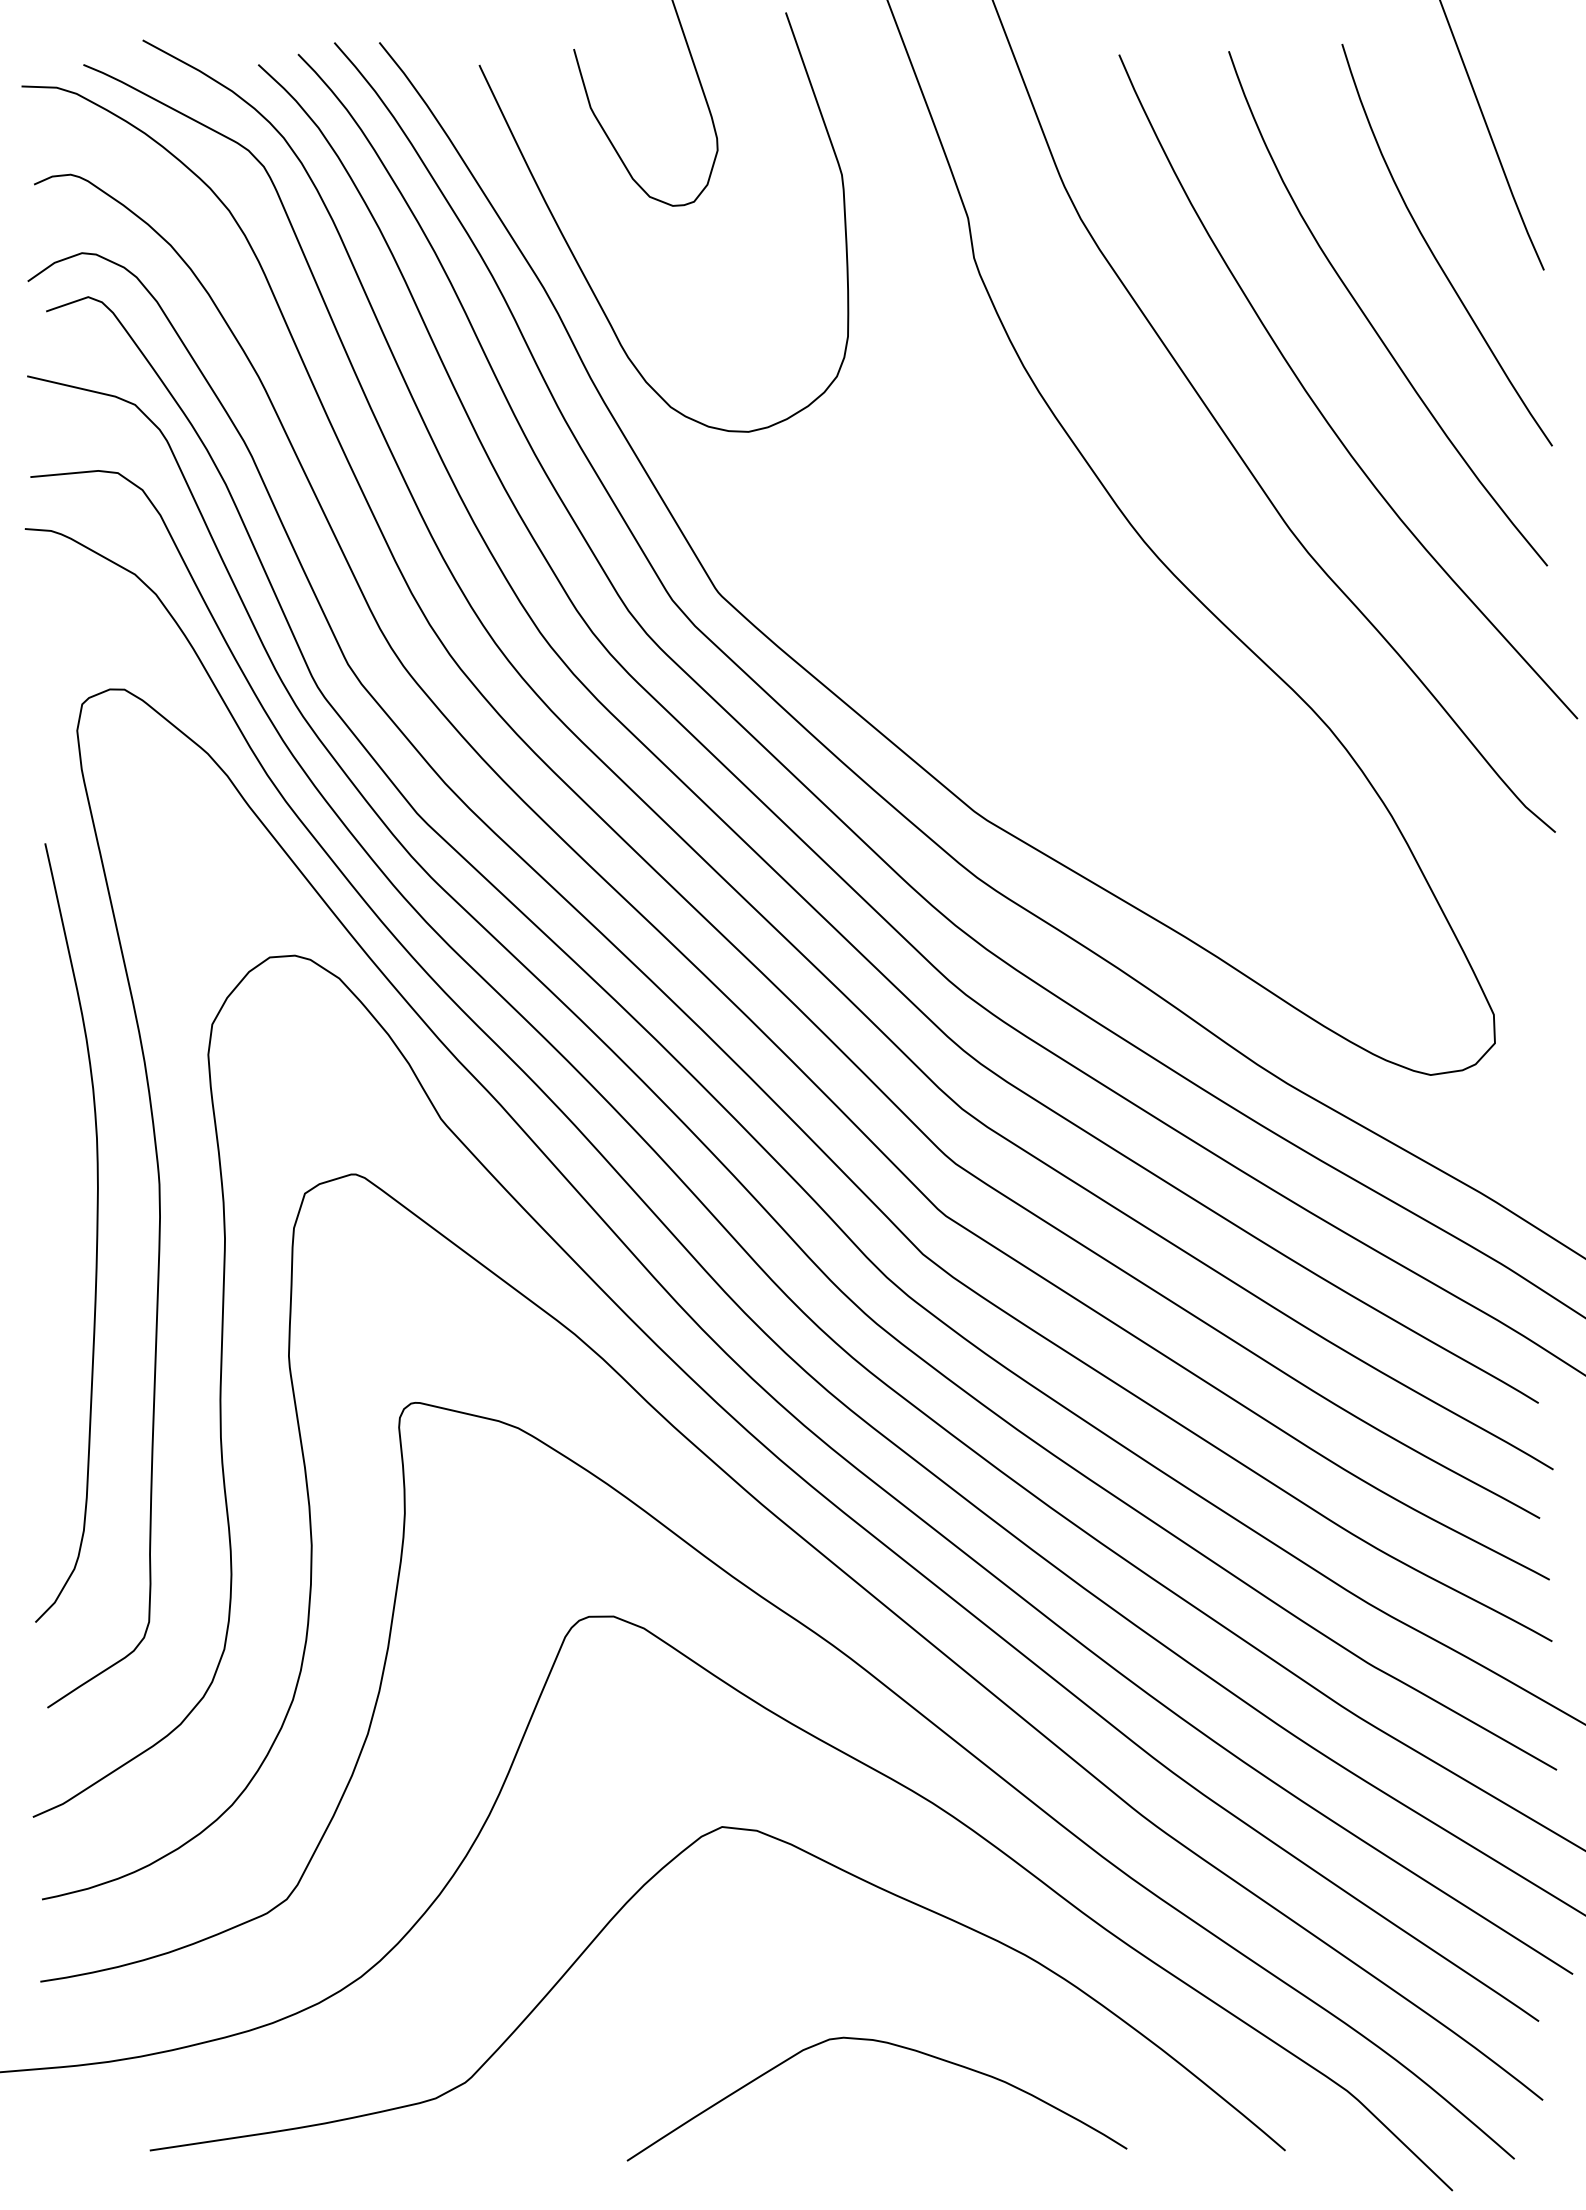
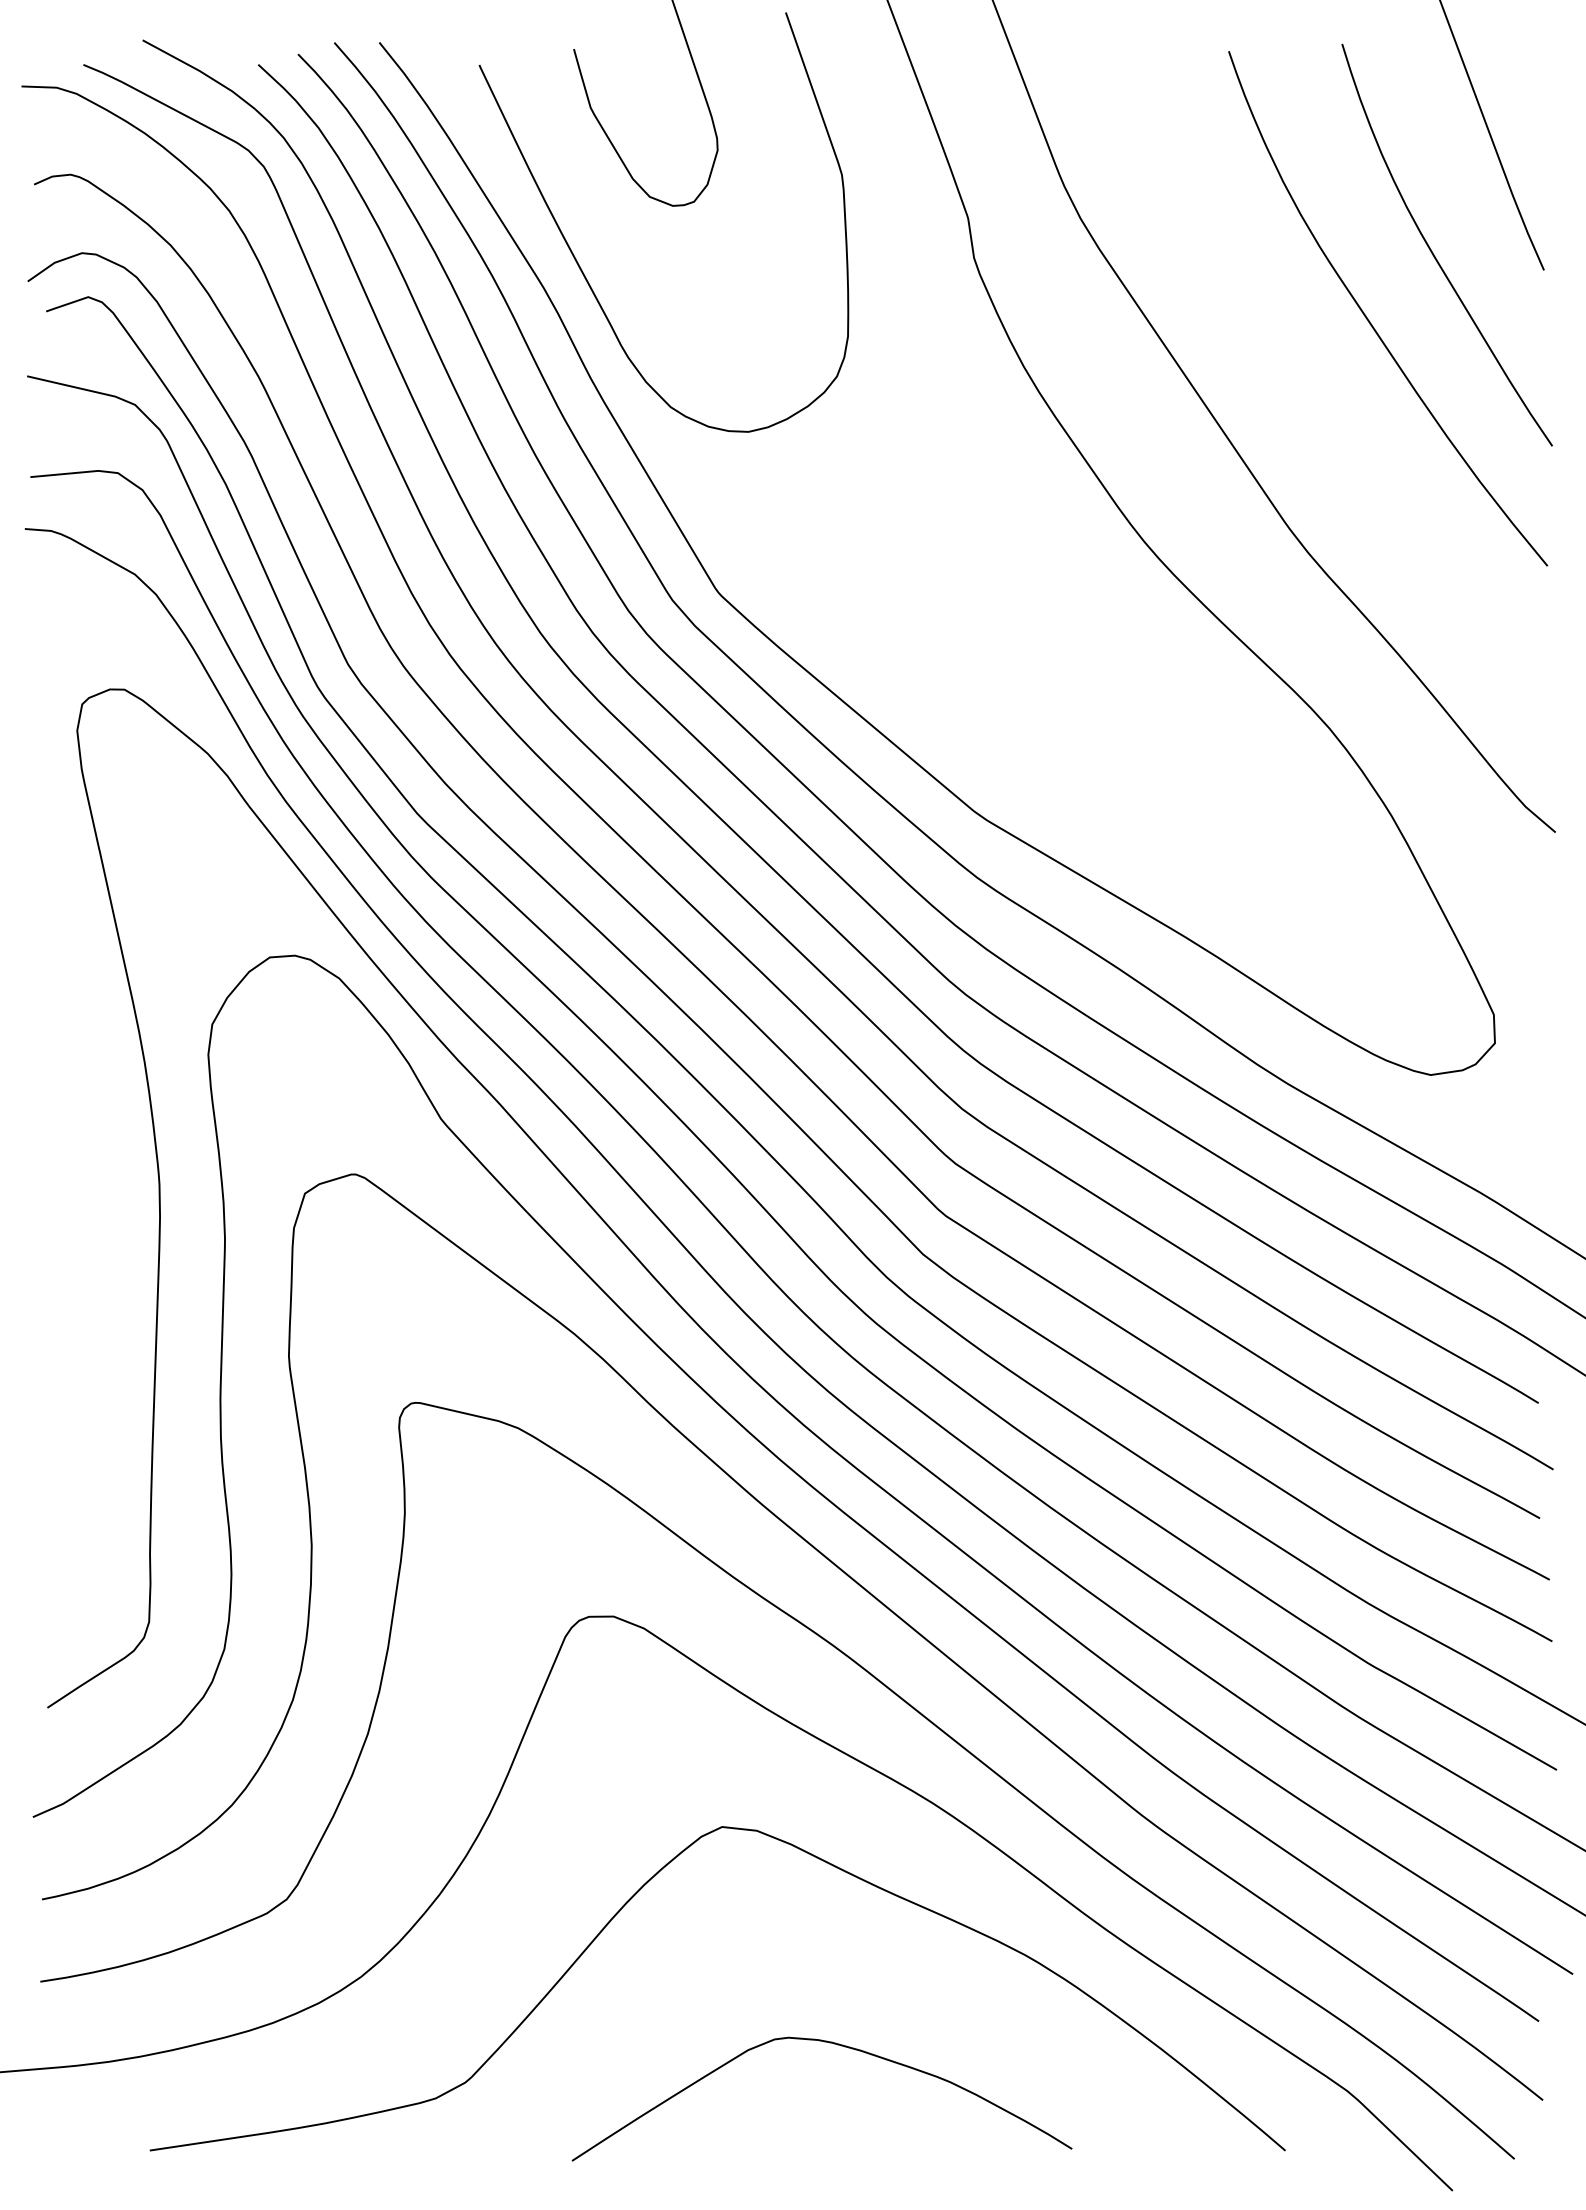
curve at (1318, 407): present -> none
curve at (96, 1232): present -> none
curve at (892, 2045) position: (892, 2045) -> (837, 2045)
